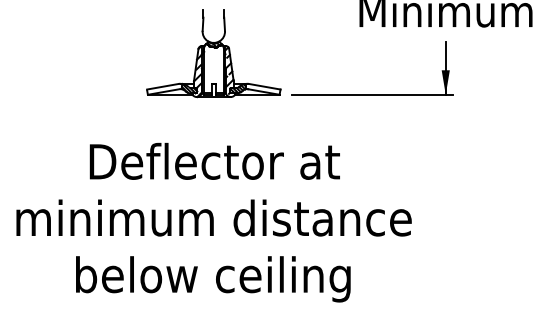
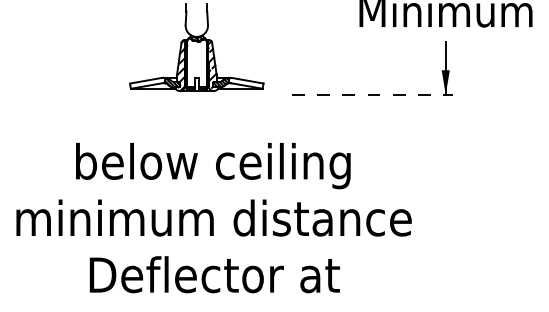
part at (213, 53) position: (213, 53) -> (196, 47)
line at (372, 94): solid -> dashed
text at (213, 165): Deflector at -> below ceiling
text at (213, 279): below ceiling -> Deflector at
